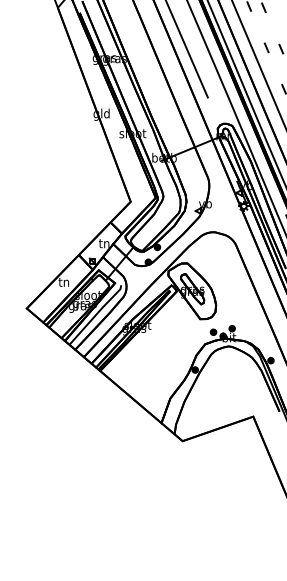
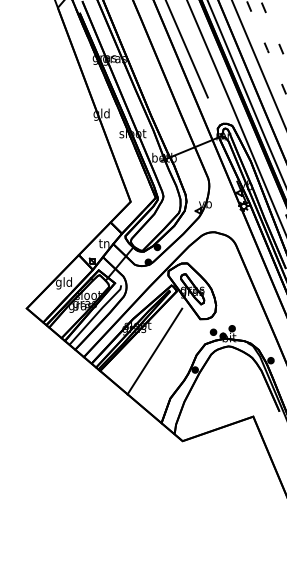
text at (63, 283): tn -> gld
line at (154, 351): none -> present
